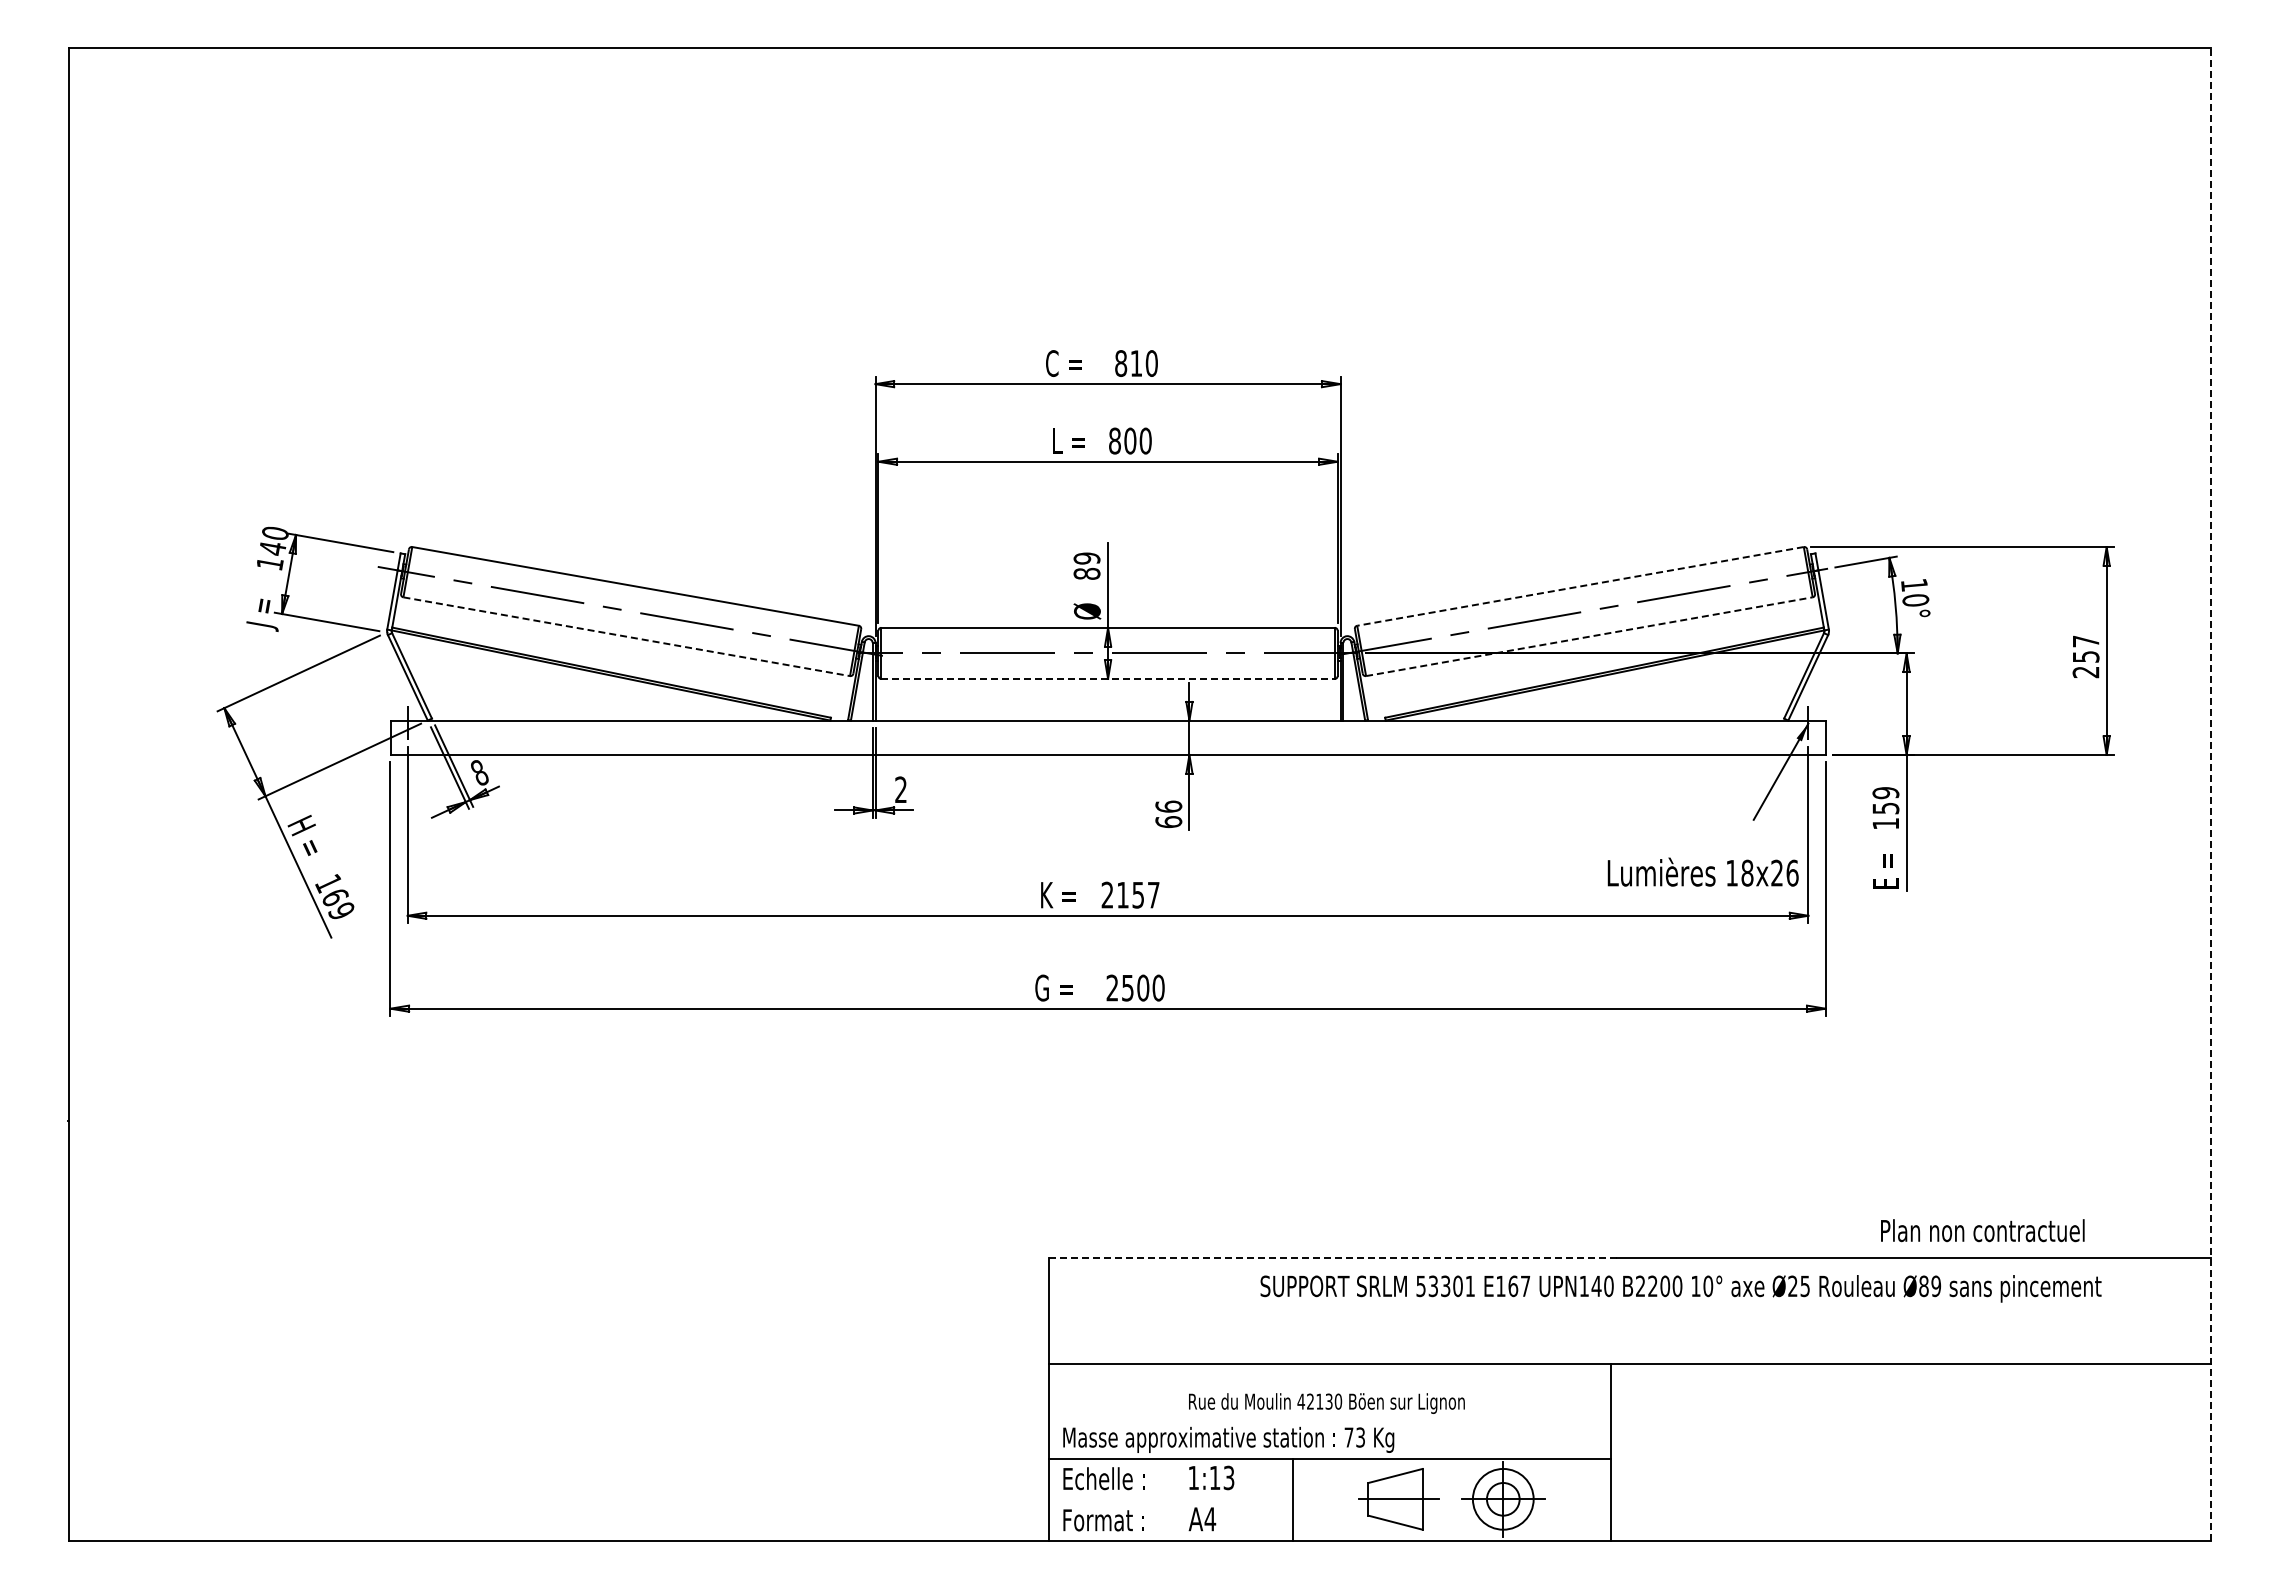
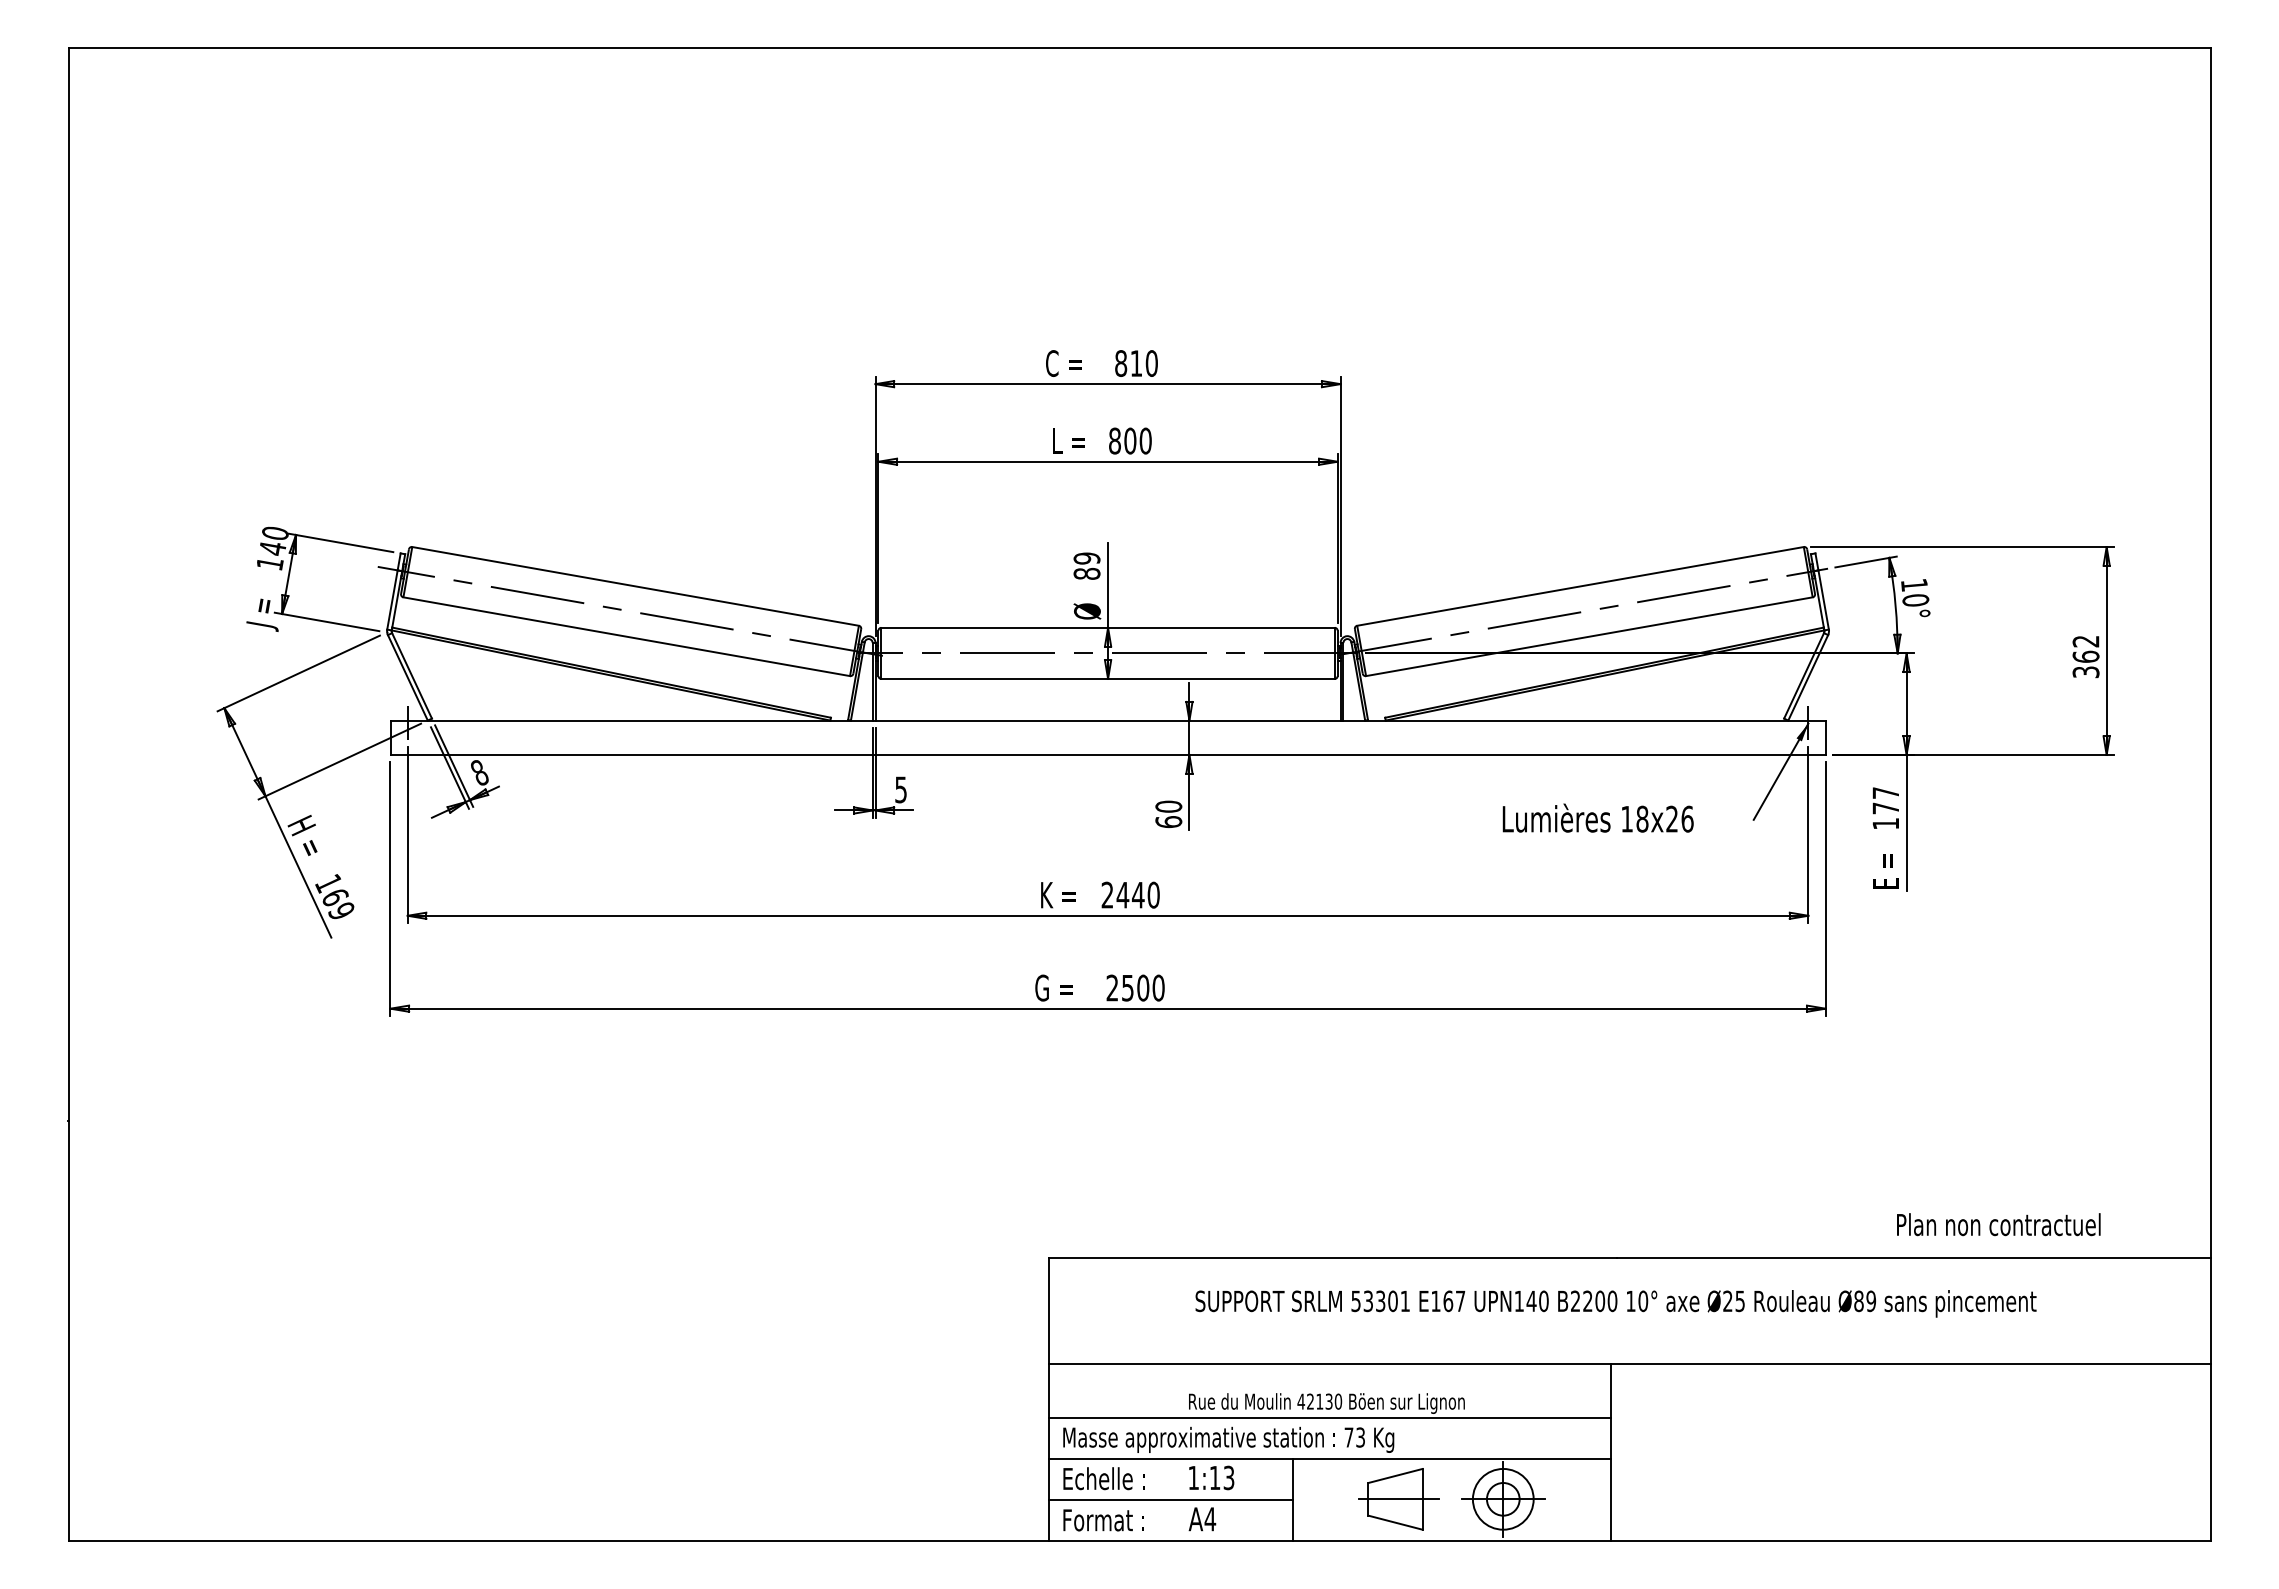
line at (1580, 586): dashed -> solid
line at (626, 636): dashed -> solid
line at (1589, 636): dashed -> solid
text at (2085, 656): 257 -> 362
line at (1108, 678): dashed -> solid
text at (900, 789): 2 -> 5
line at (2210, 794): dashed -> solid
text at (1885, 800): 159 -> 177
text at (1168, 806): 66 -> 60
text at (1702, 871) position: (1702, 871) -> (1597, 817)
text at (1137, 894): 2157 -> 2440
text at (1982, 1230) position: (1982, 1230) -> (1998, 1224)
line at (1333, 1257): dashed -> solid
text at (1680, 1288) position: (1680, 1288) -> (1615, 1303)
line at (1330, 1418): none -> present
line at (1170, 1500): none -> present
